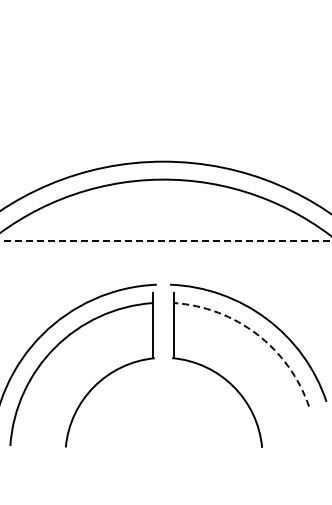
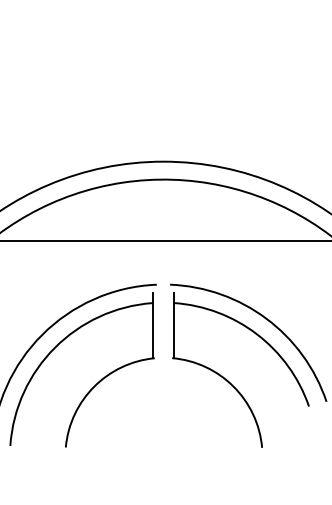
line at (166, 241): dashed -> solid
arc at (257, 334): dashed -> solid
